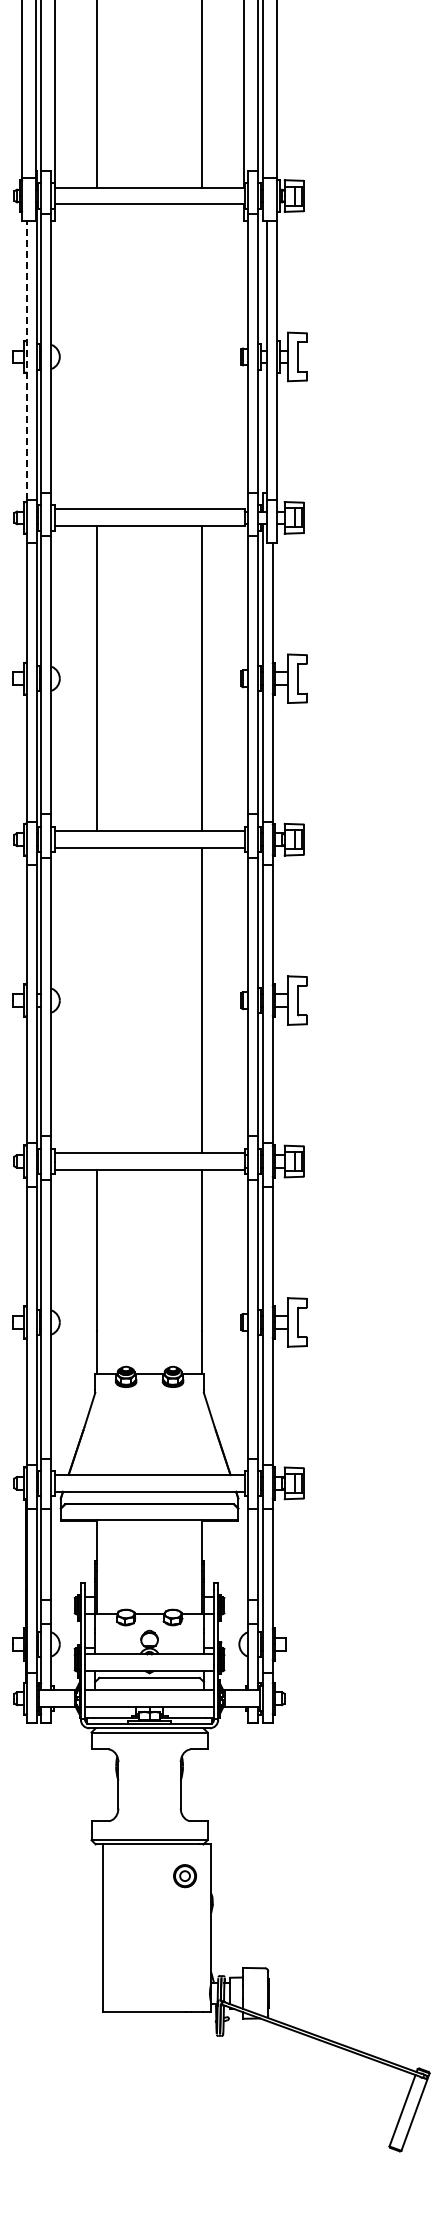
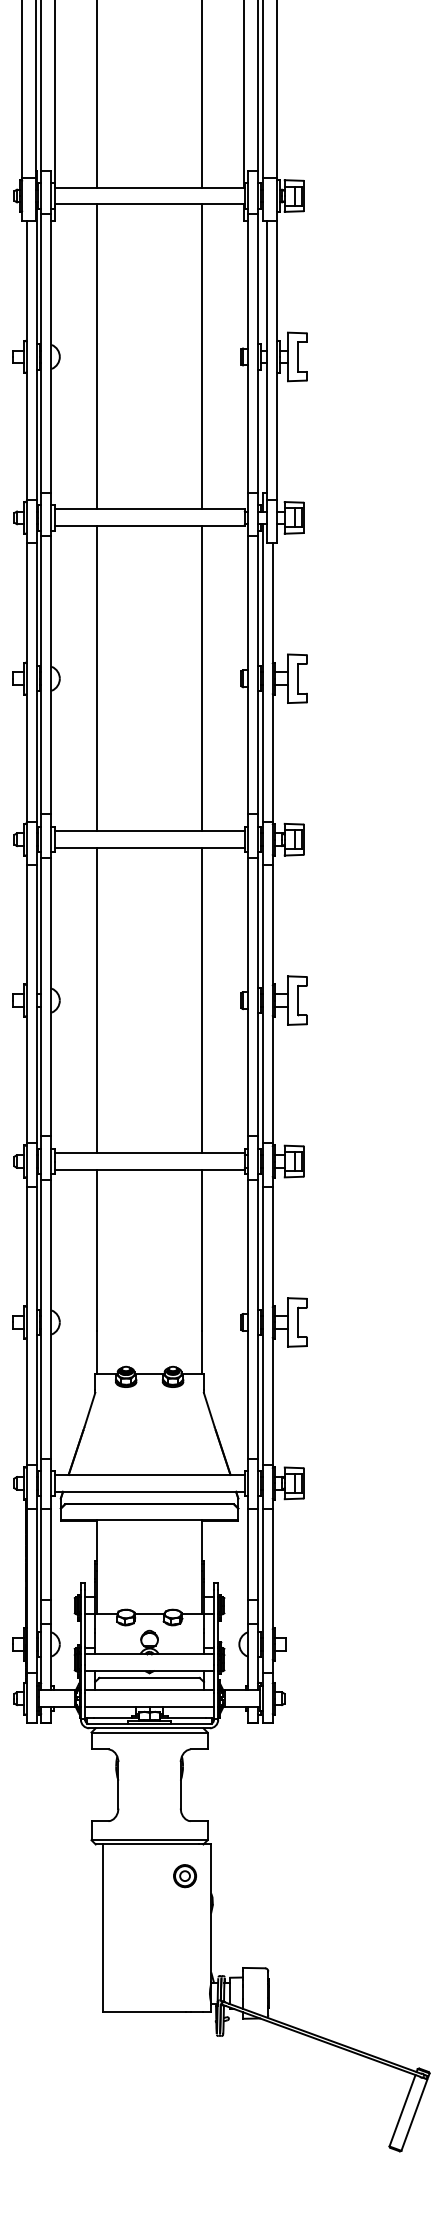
line at (96, 356): none -> present
line at (202, 356): none -> present
line at (26, 360): dashed -> solid
line at (96, 1000): none -> present
